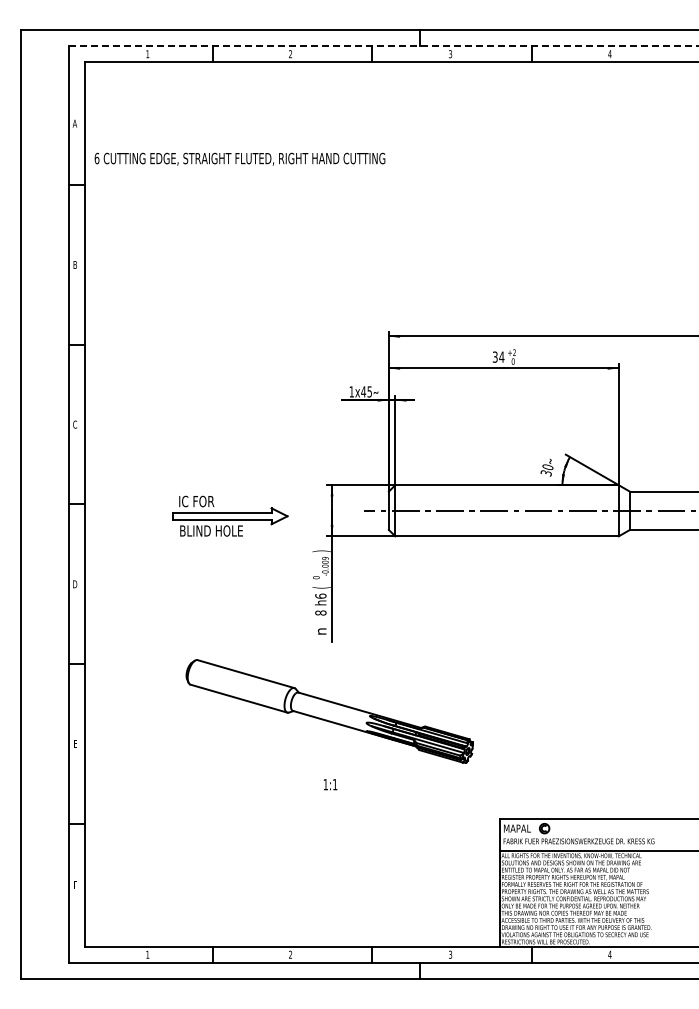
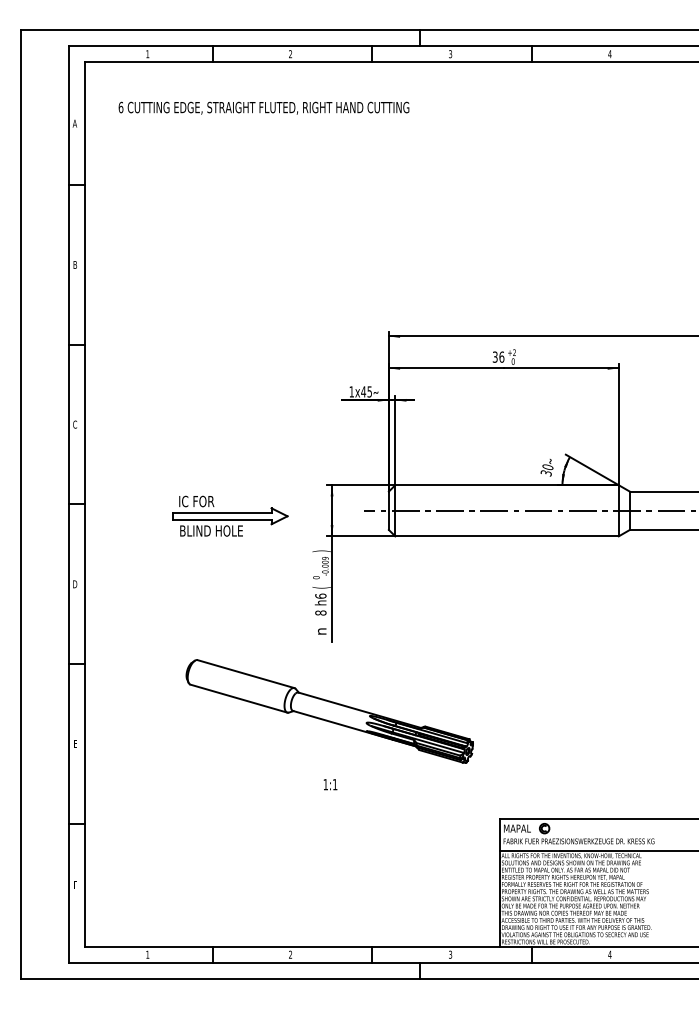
line at (383, 46): dashed -> solid
text at (239, 158) position: (239, 158) -> (263, 107)
text at (501, 356): 34 -> 36
